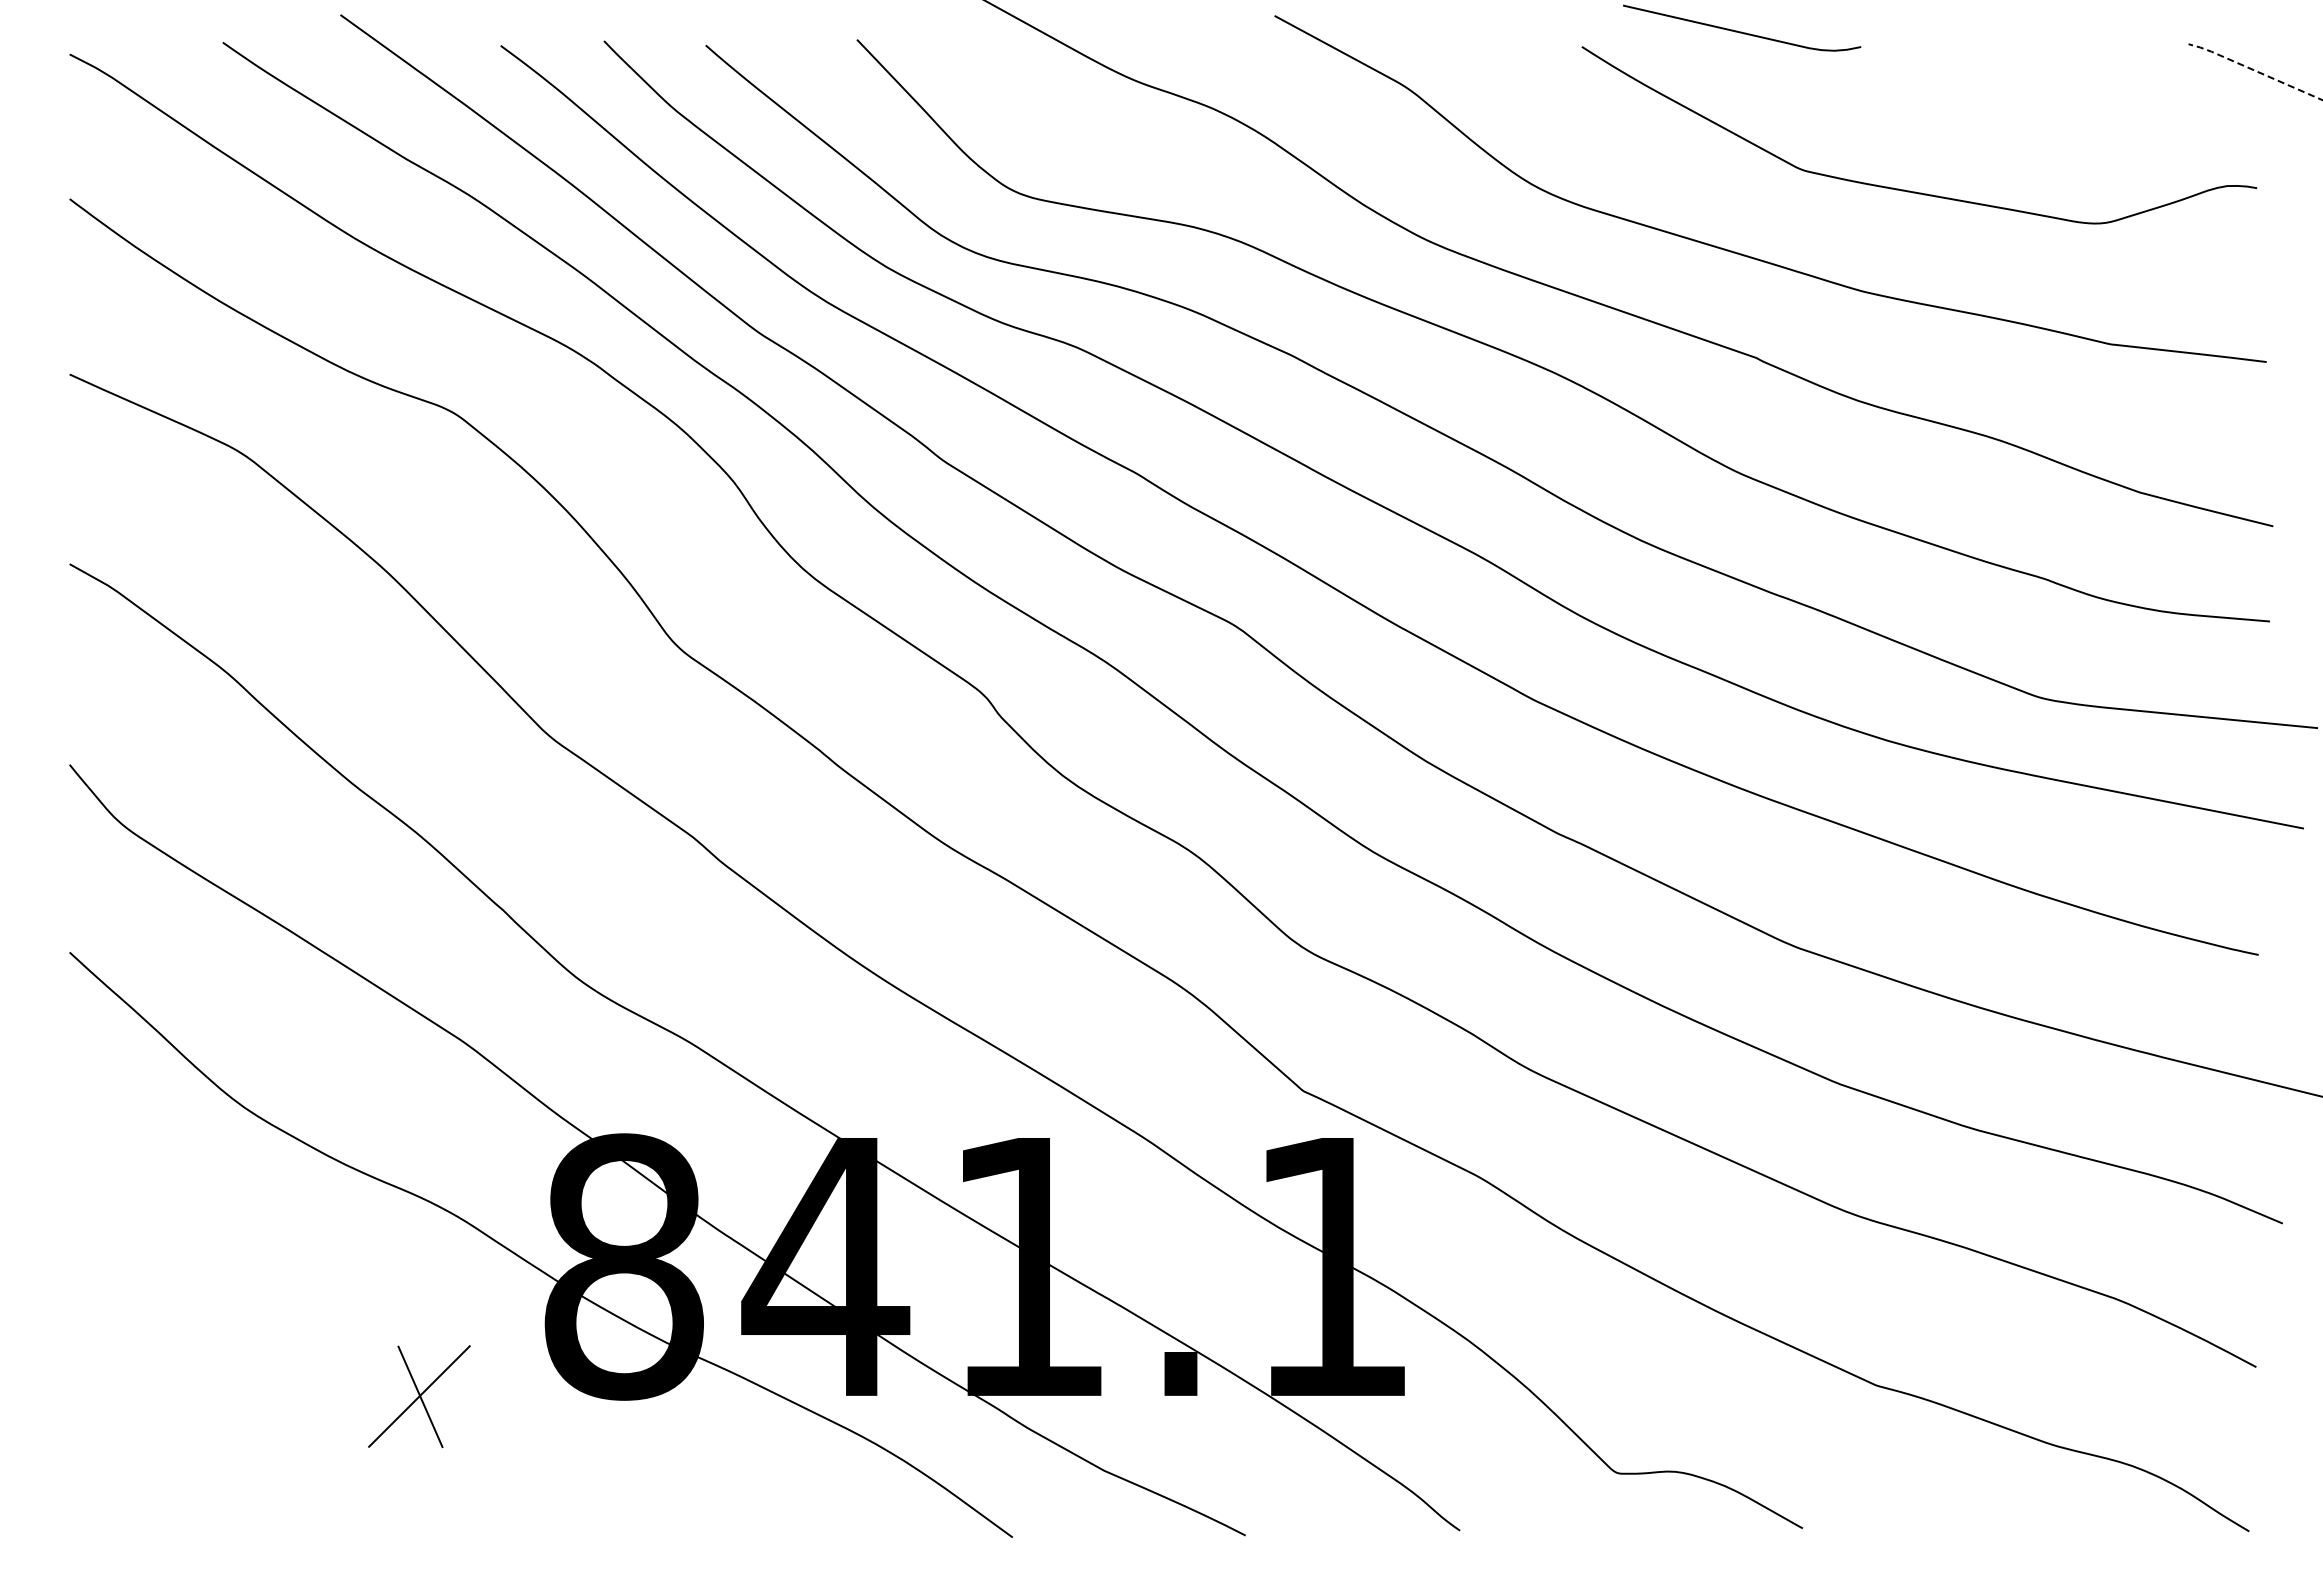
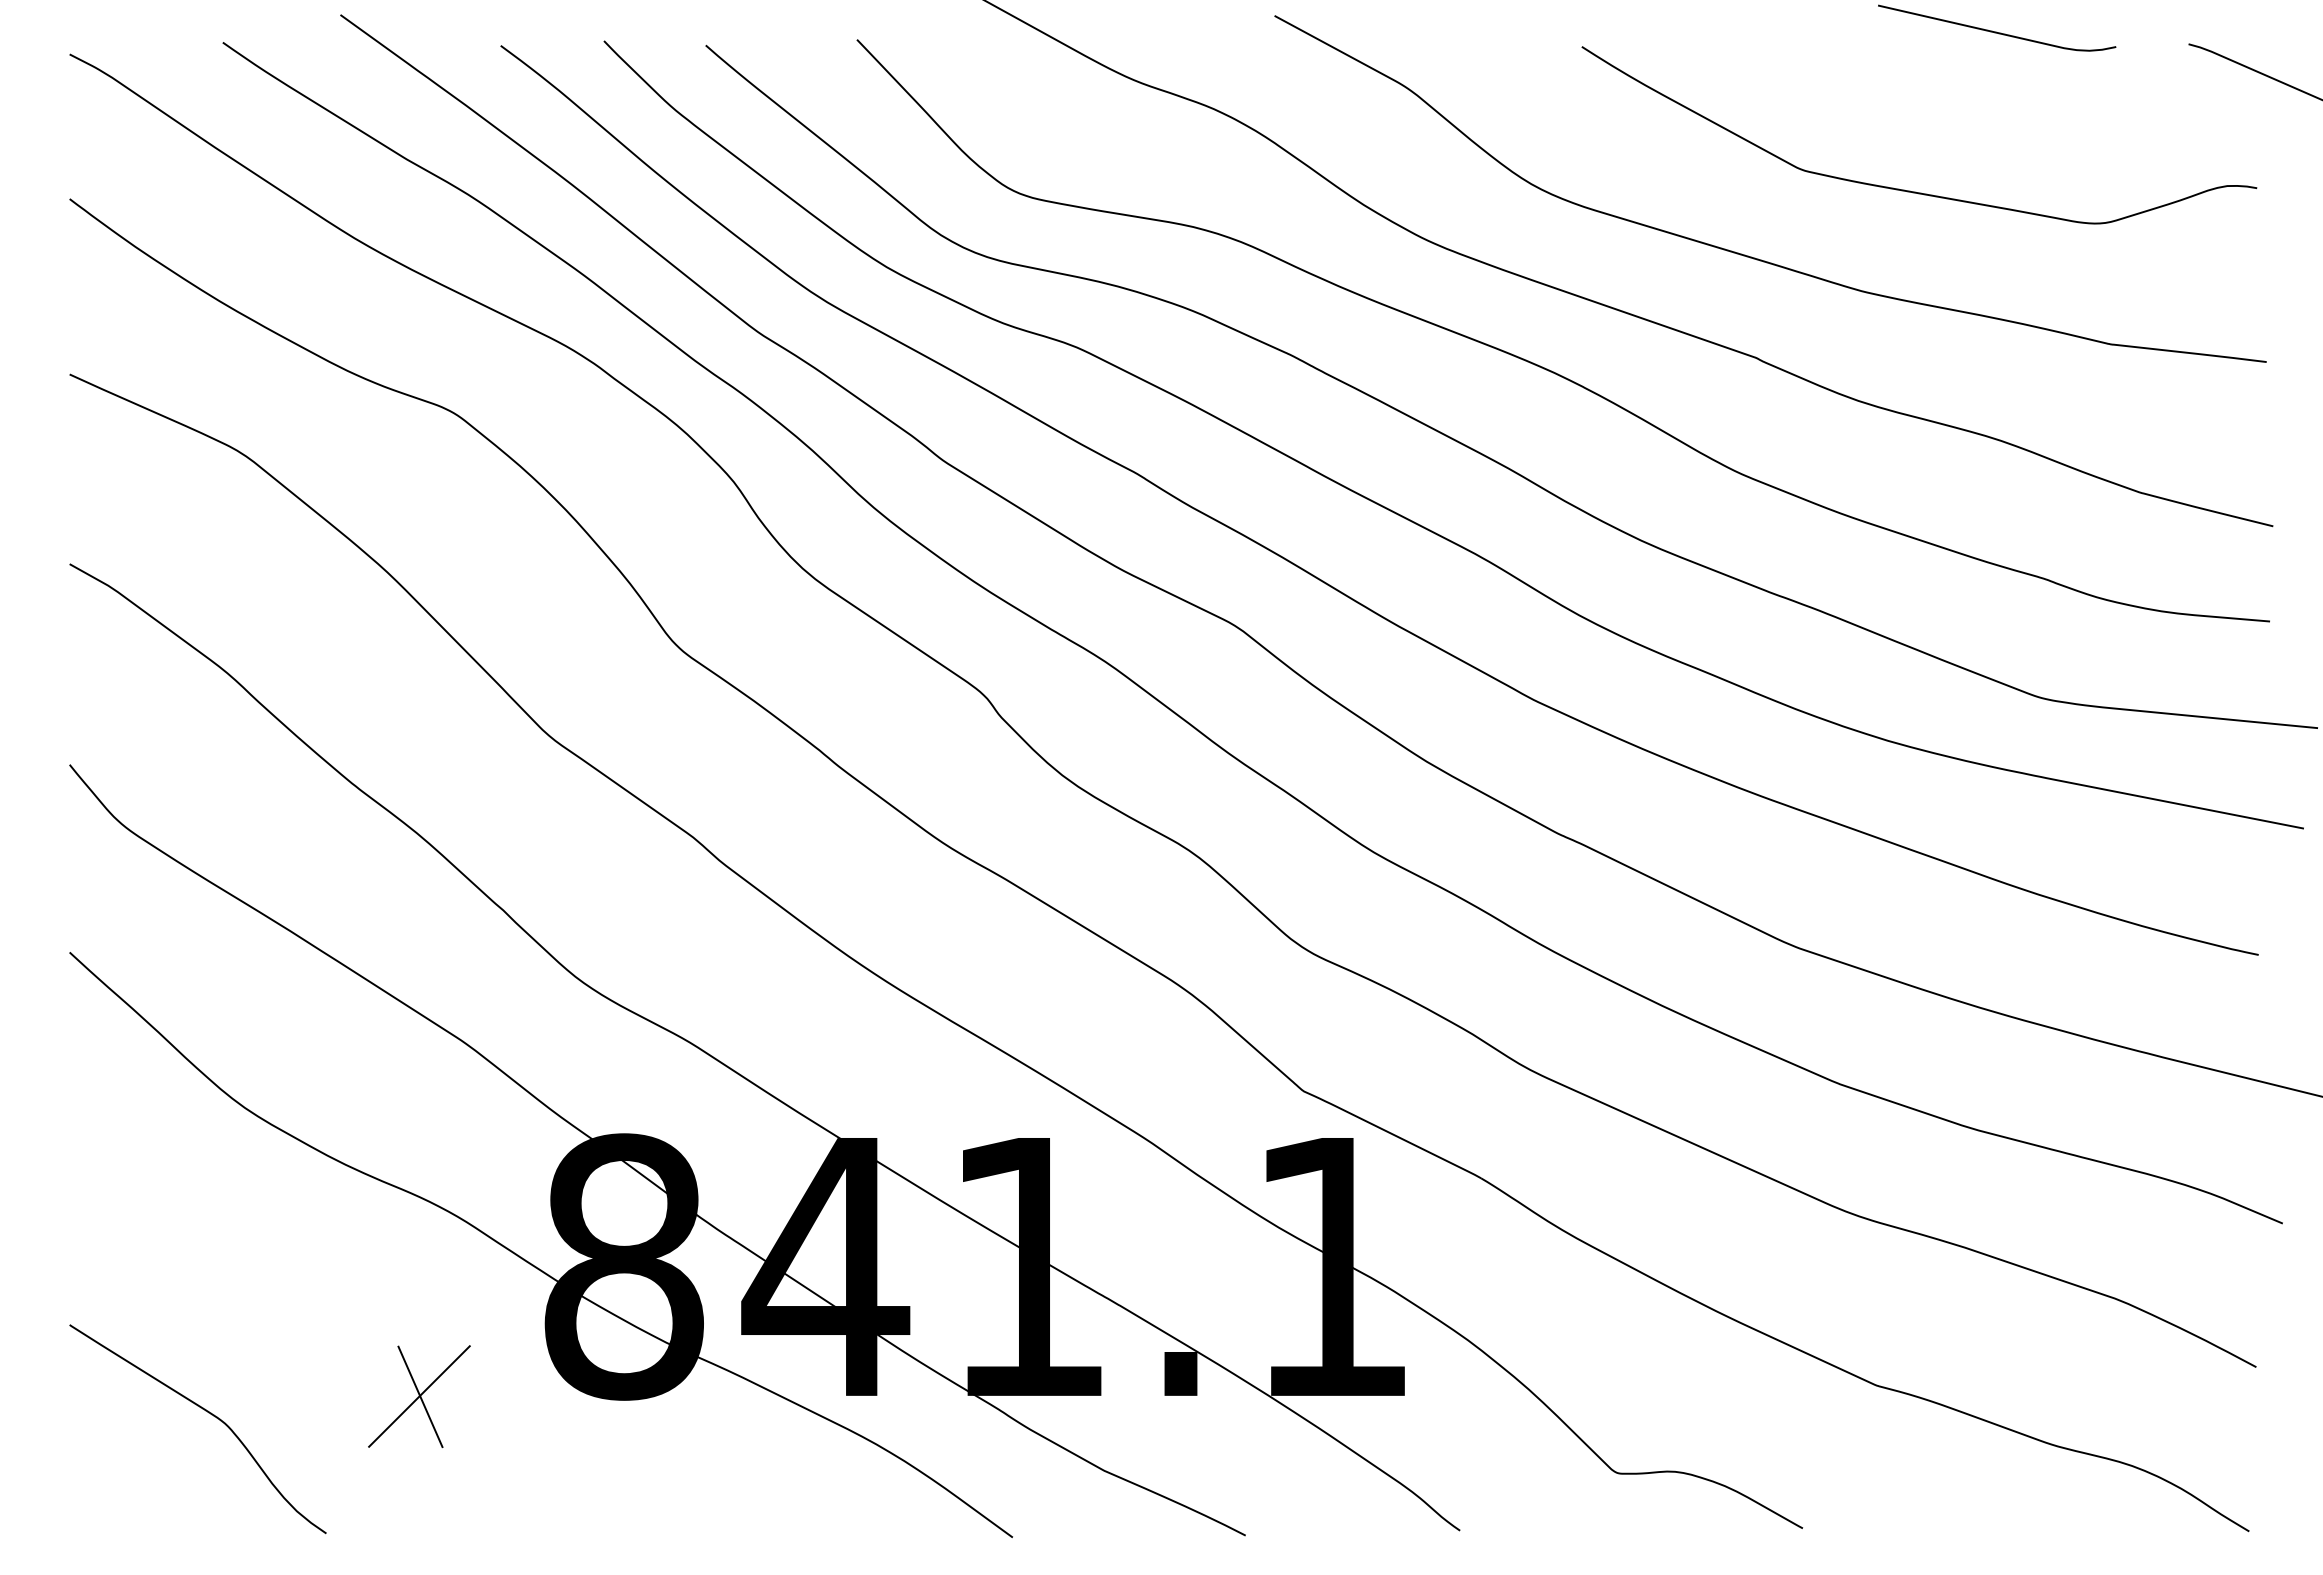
curve at (1741, 31) position: (1741, 31) -> (1996, 31)
line at (2254, 70): dashed -> solid
curve at (208, 1413): none -> present
